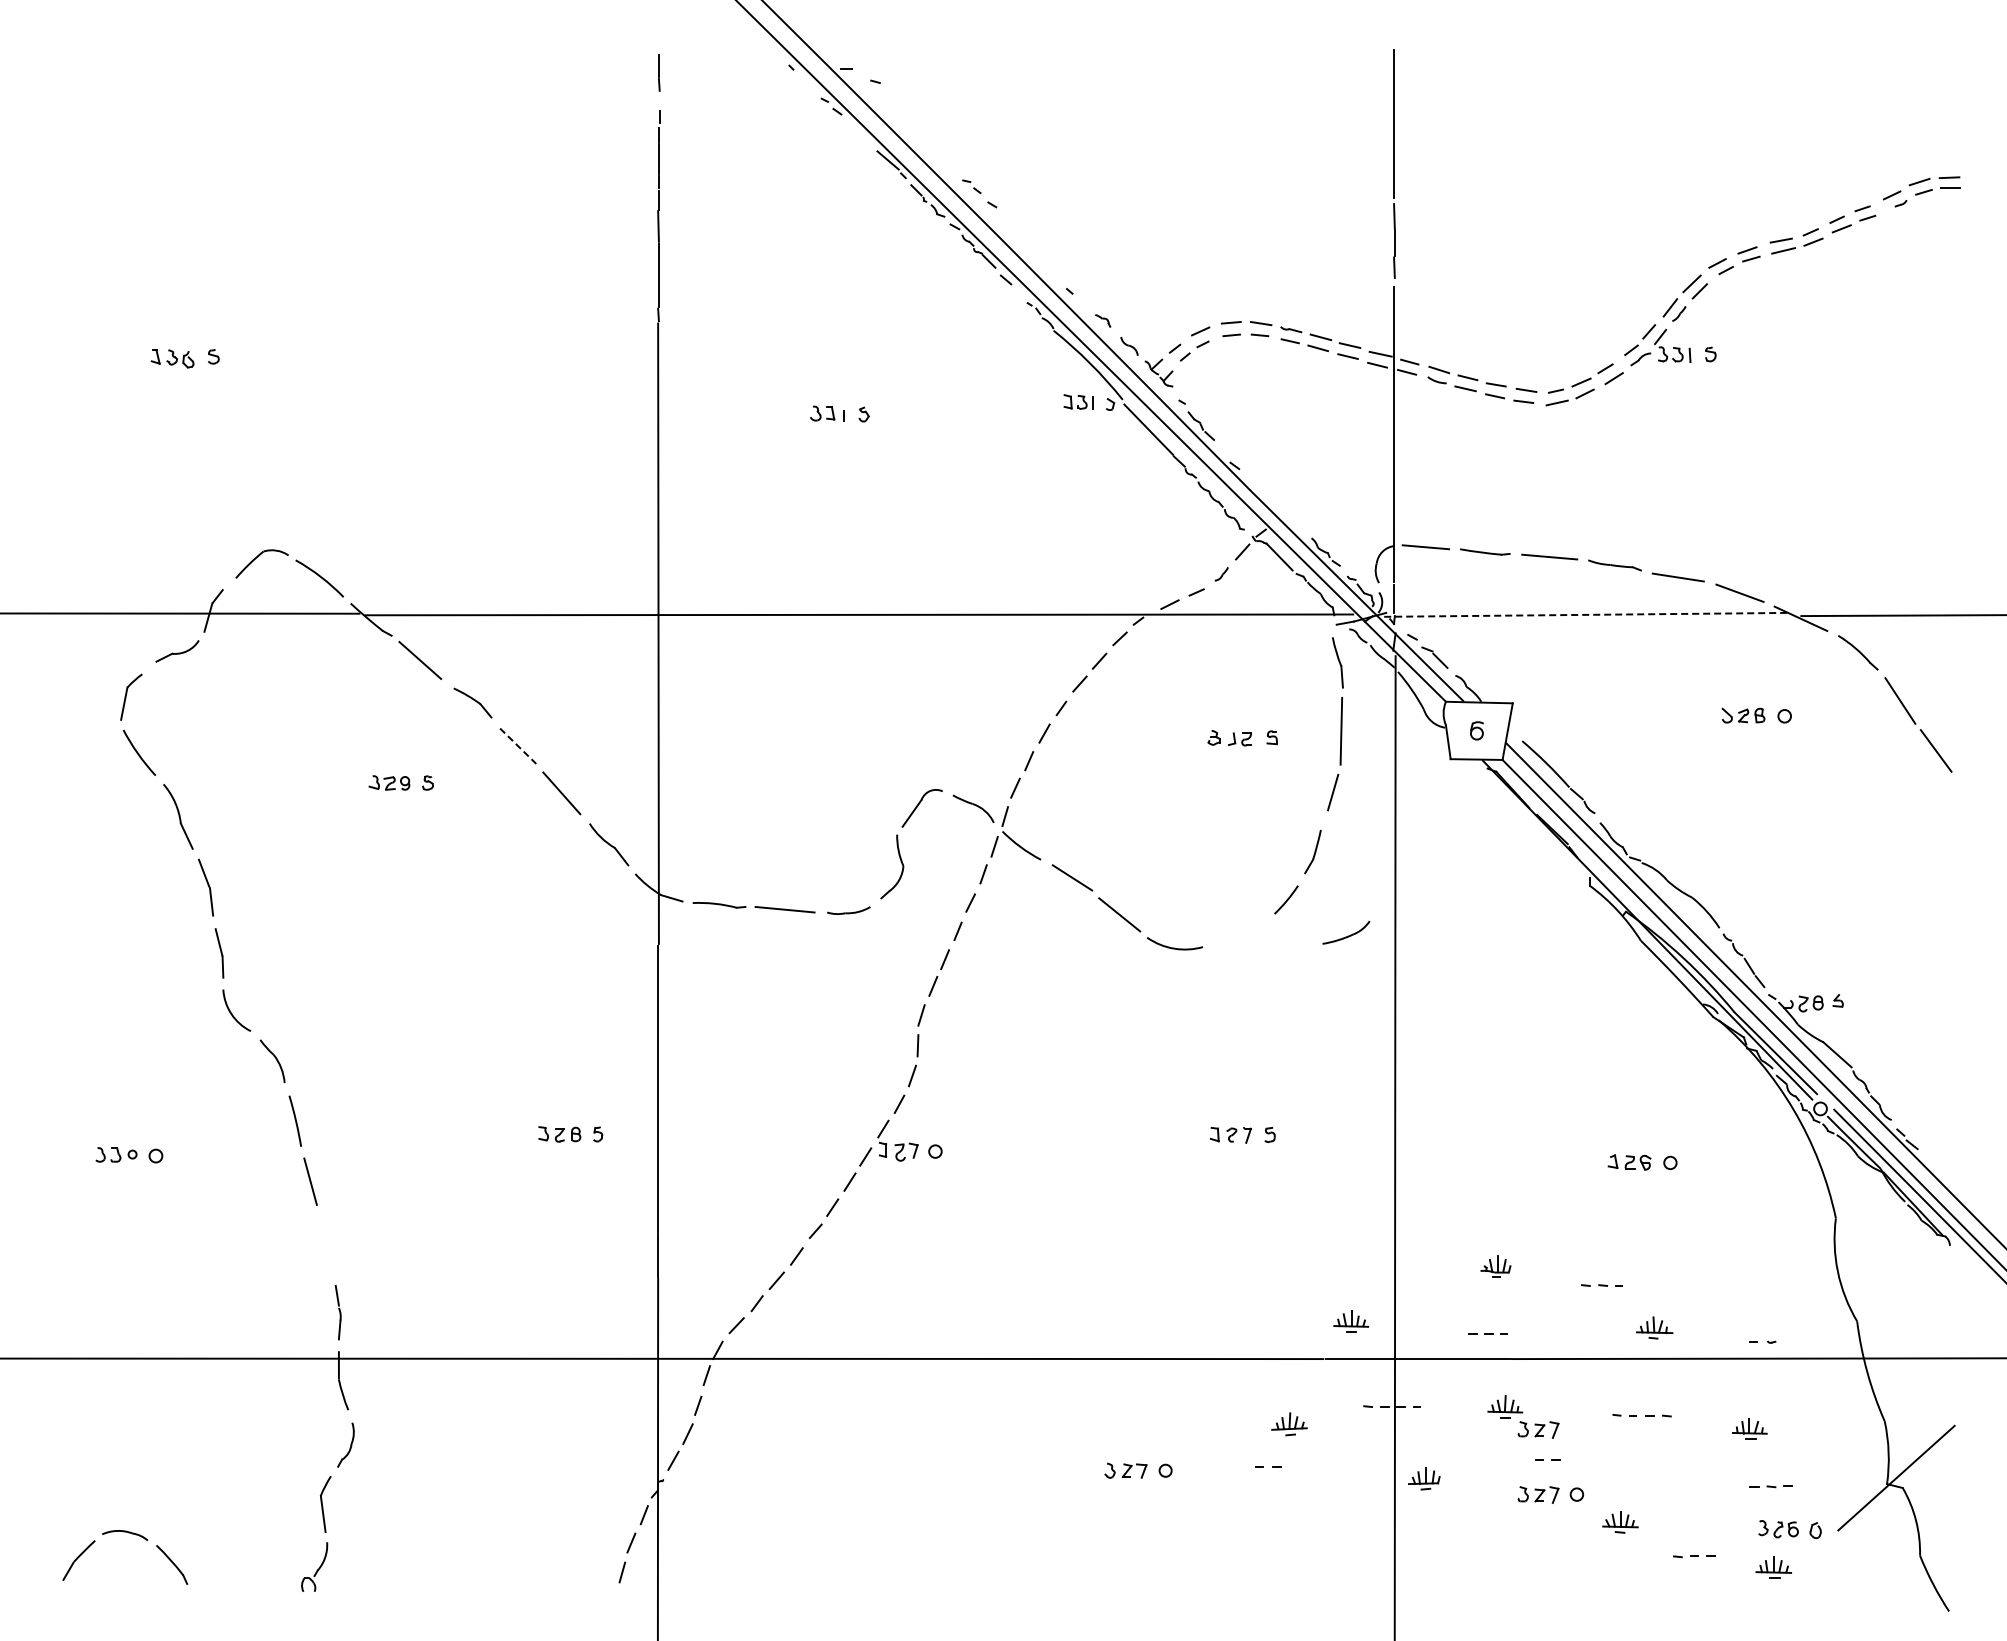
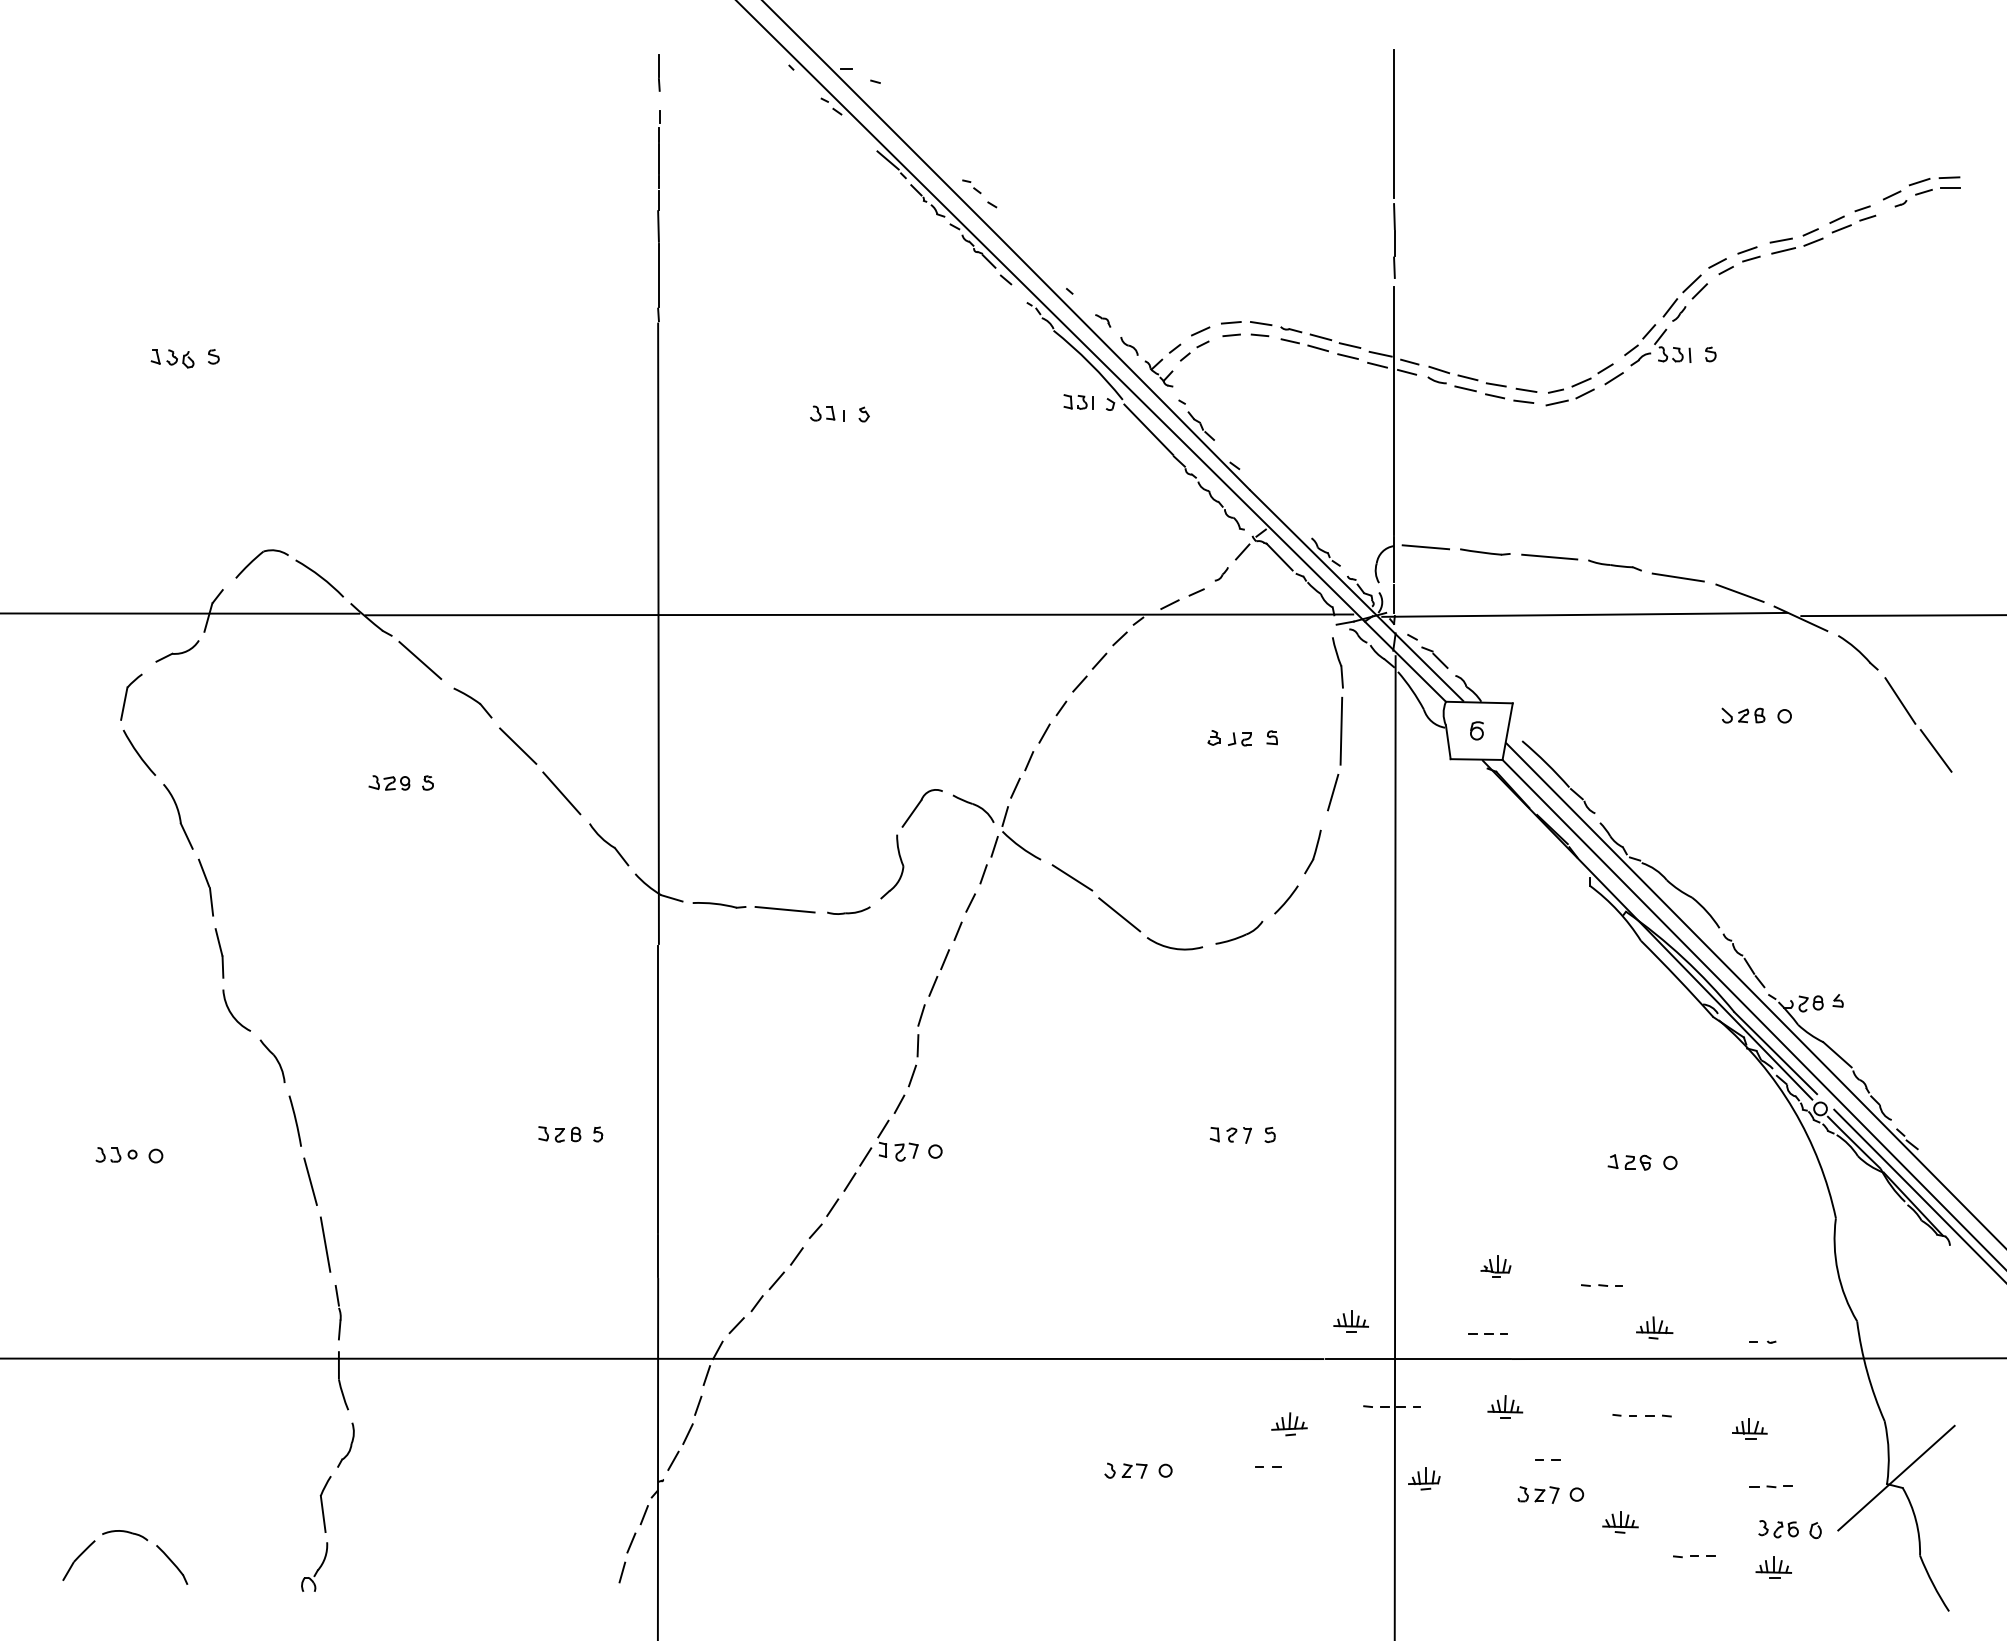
line at (1584, 614): dashed -> solid
line at (518, 746): dashed -> solid
part at (1346, 932) position: (1346, 932) -> (1239, 932)
line at (325, 1244): none -> present
part at (1538, 1429): present -> none
